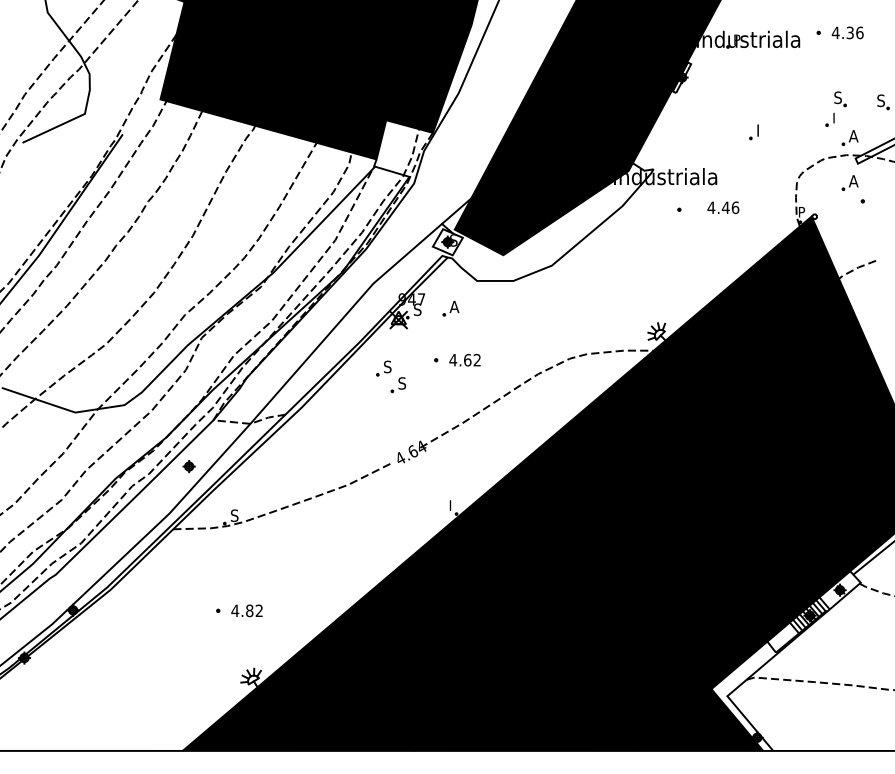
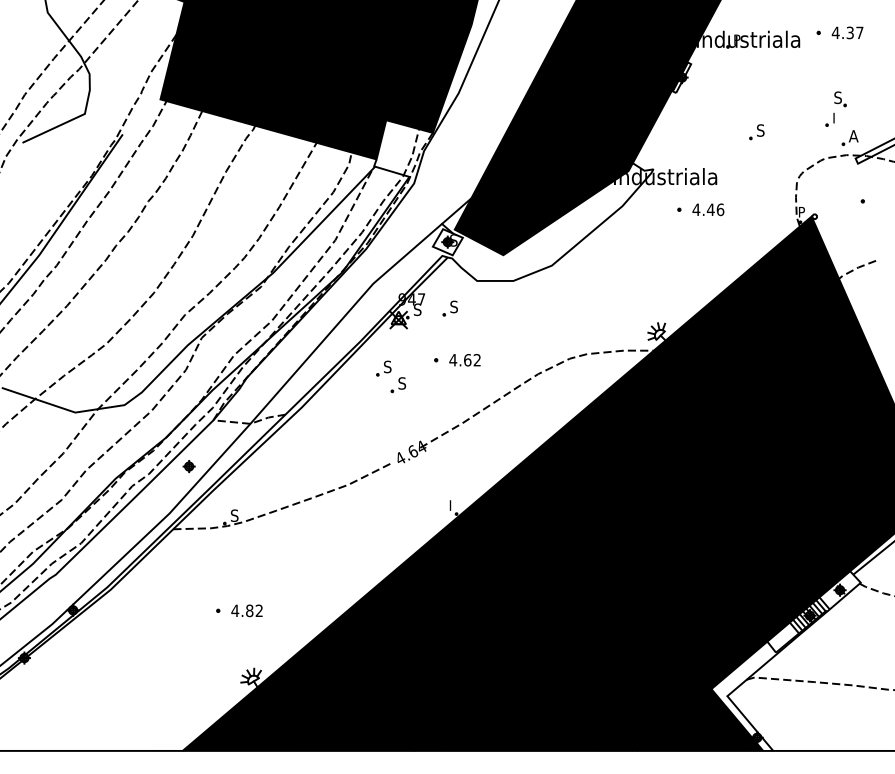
text at (859, 32): 4.36 -> 4.37
part at (883, 102): present -> none
text at (760, 130): I -> S
part at (849, 182): present -> none
text at (723, 207) position: (723, 207) -> (708, 209)
text at (454, 306): A -> S
